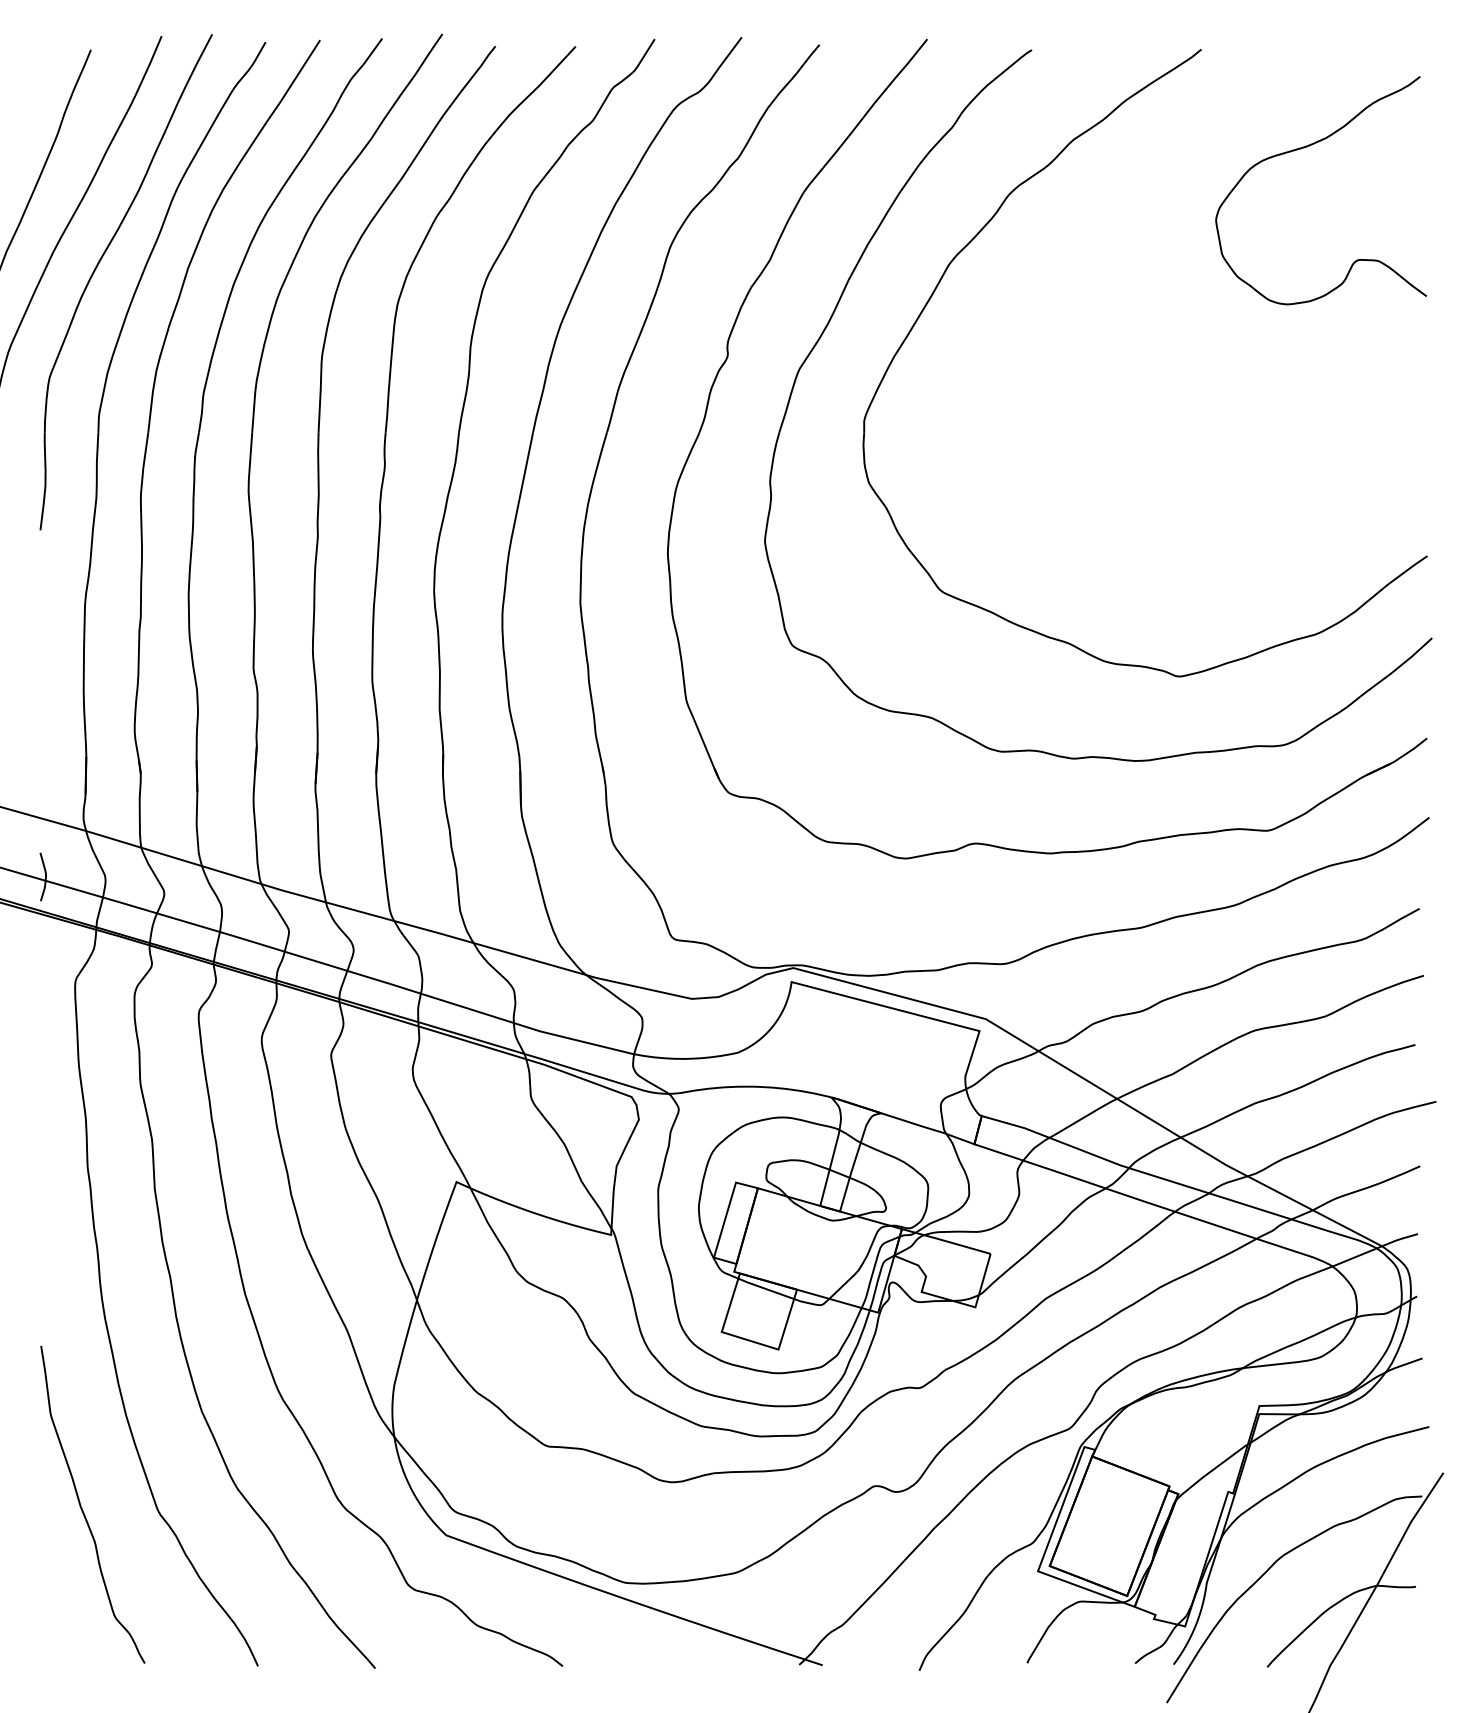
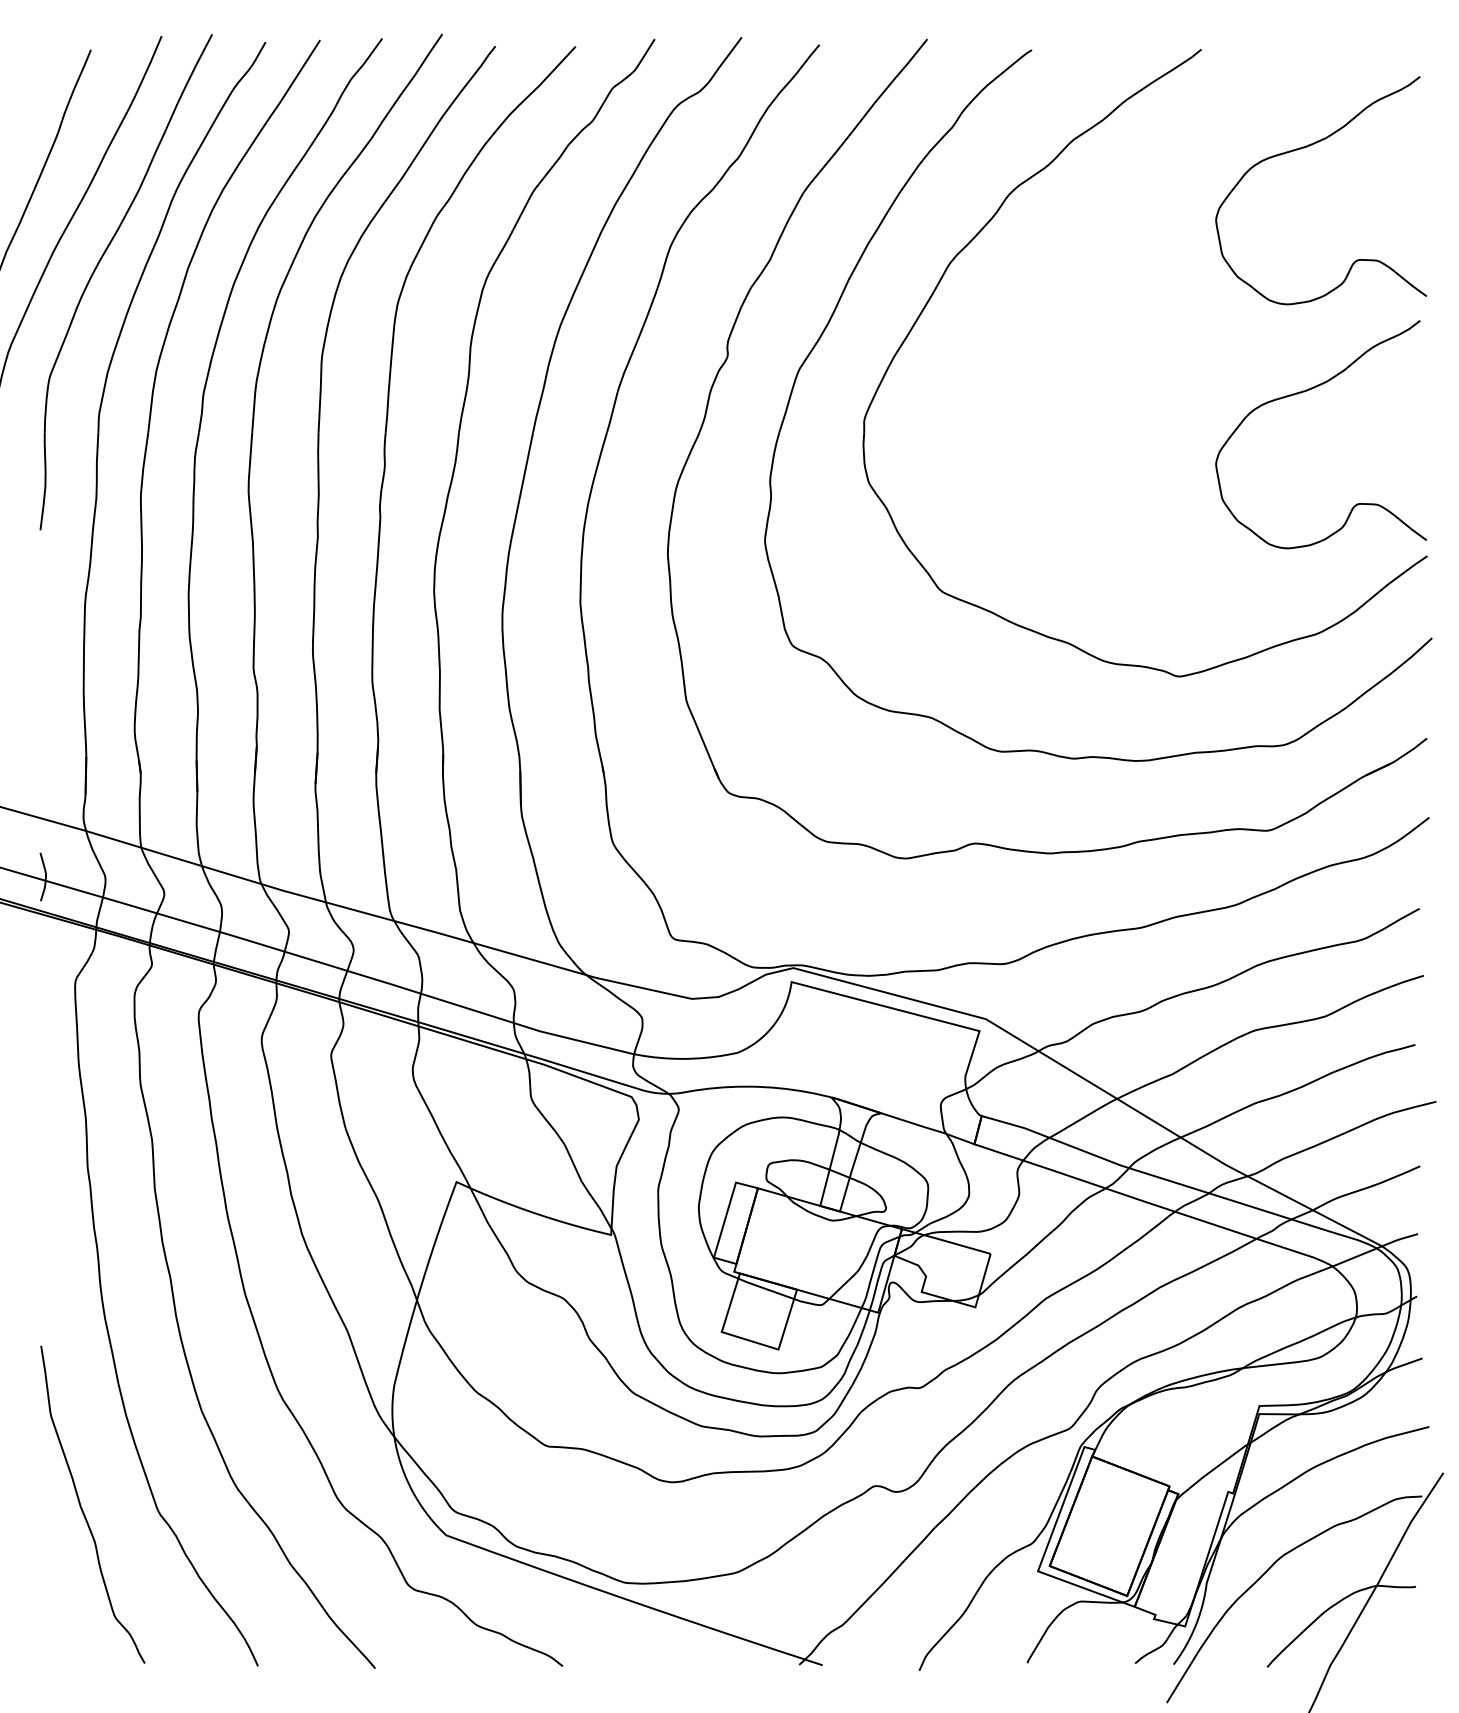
curve at (1307, 391): none -> present
